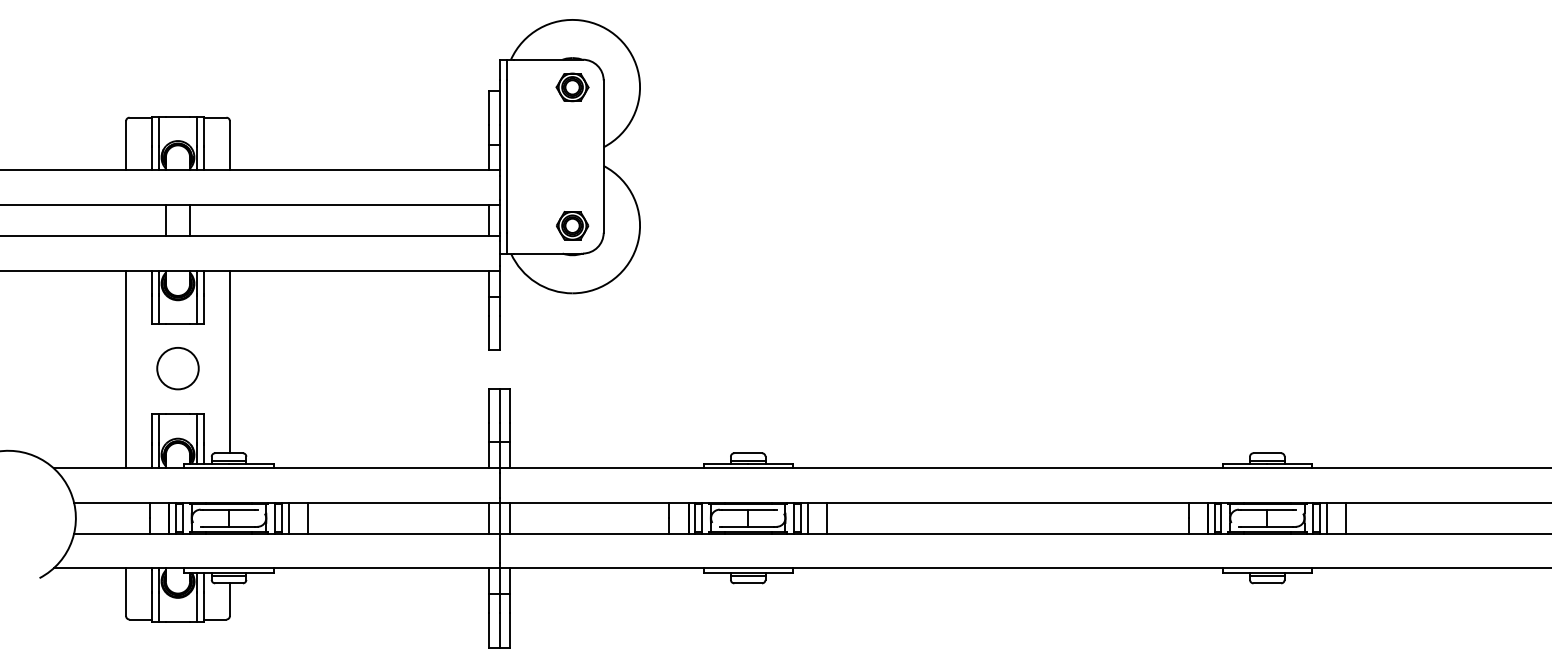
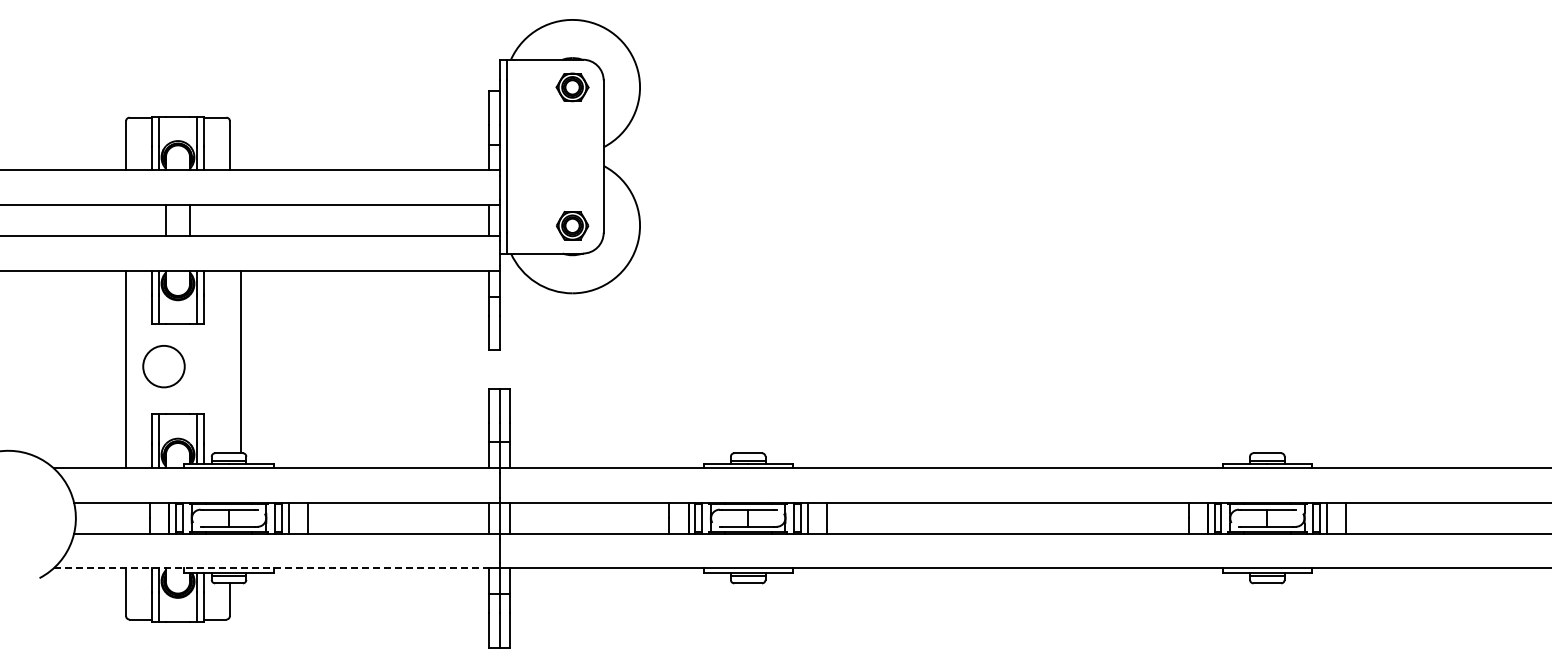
line at (229, 361) position: (229, 361) -> (240, 361)
circle at (177, 368) position: (177, 368) -> (163, 366)
line at (271, 568): solid -> dashed
